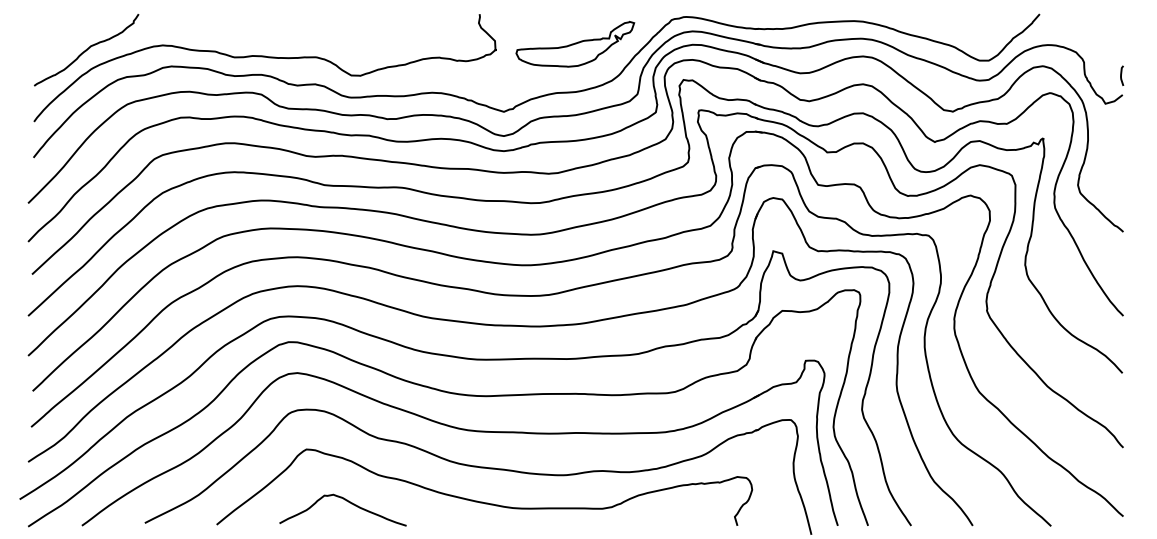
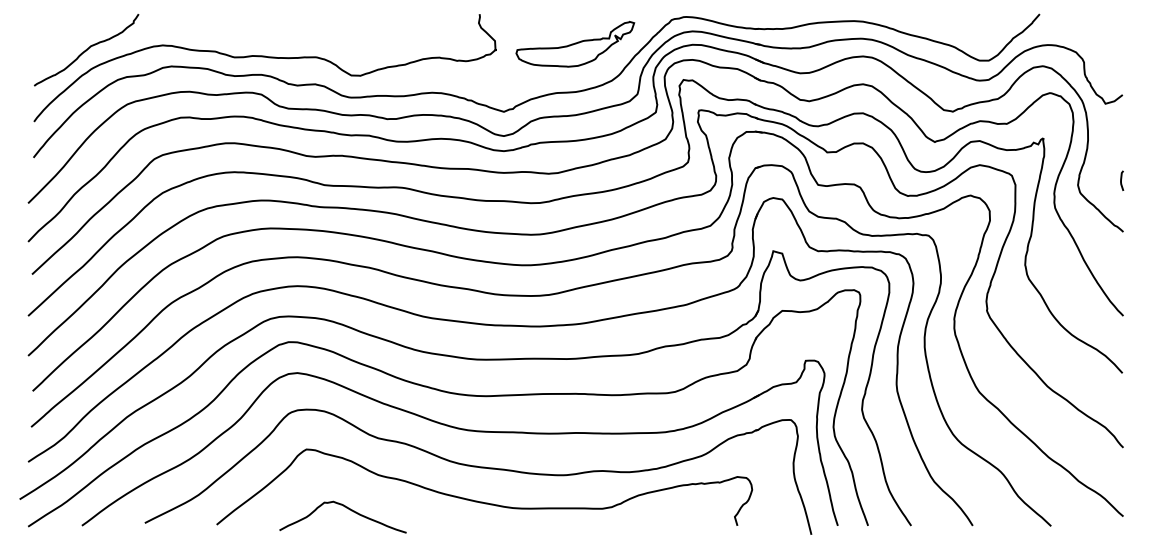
curve at (1121, 75) position: (1121, 75) -> (1121, 180)
curve at (346, 501) position: (346, 501) -> (346, 508)
